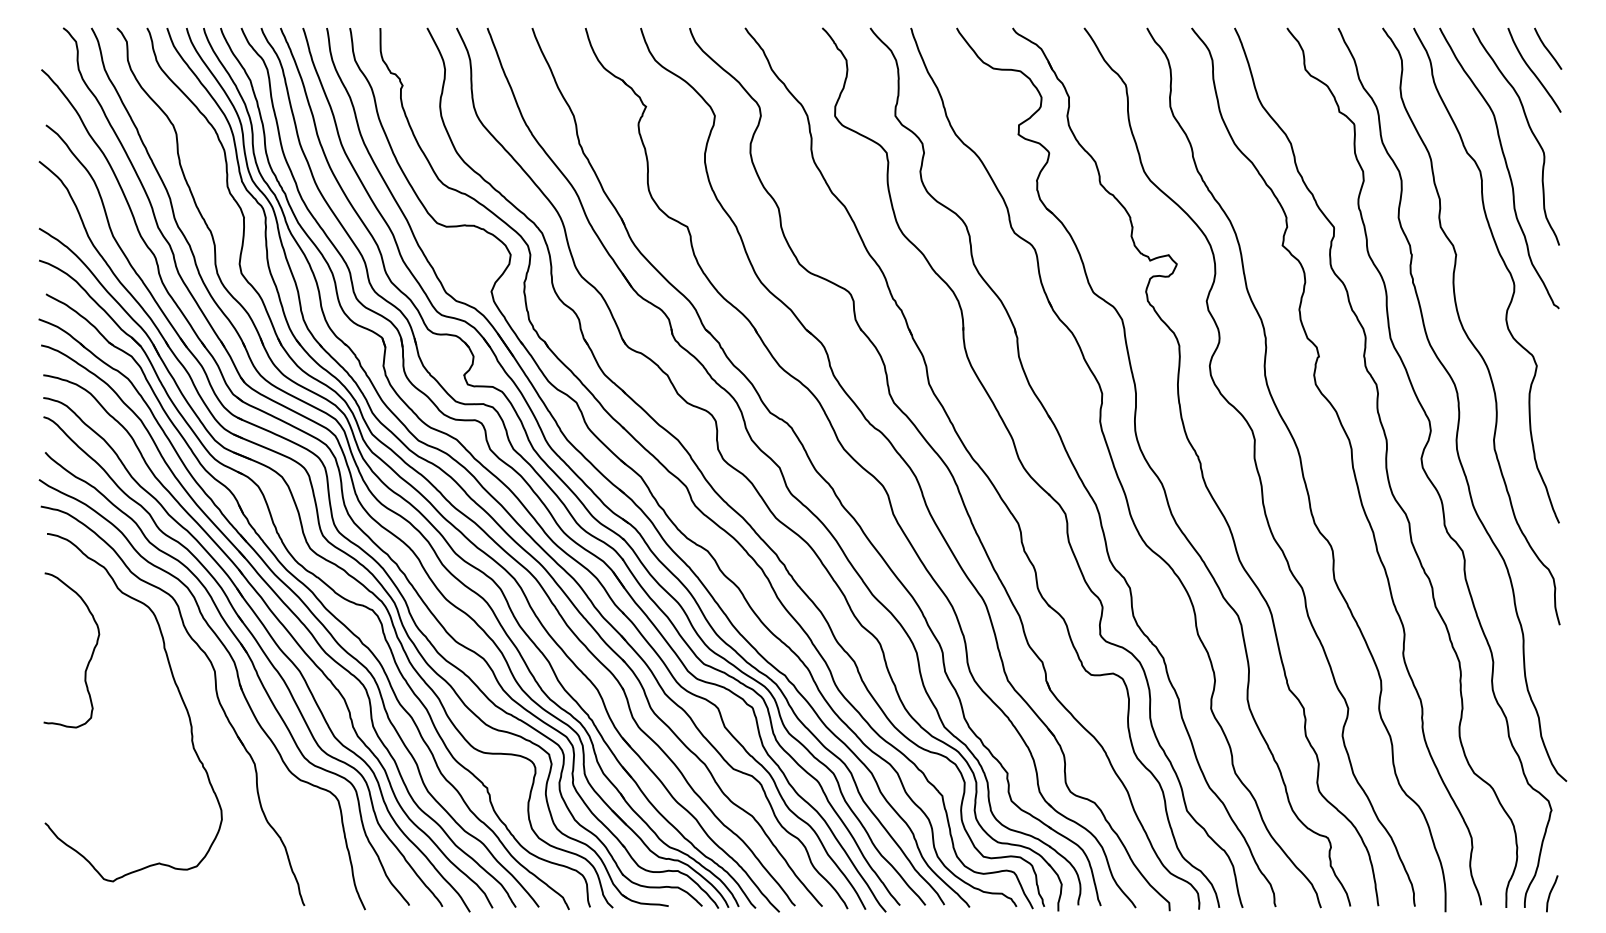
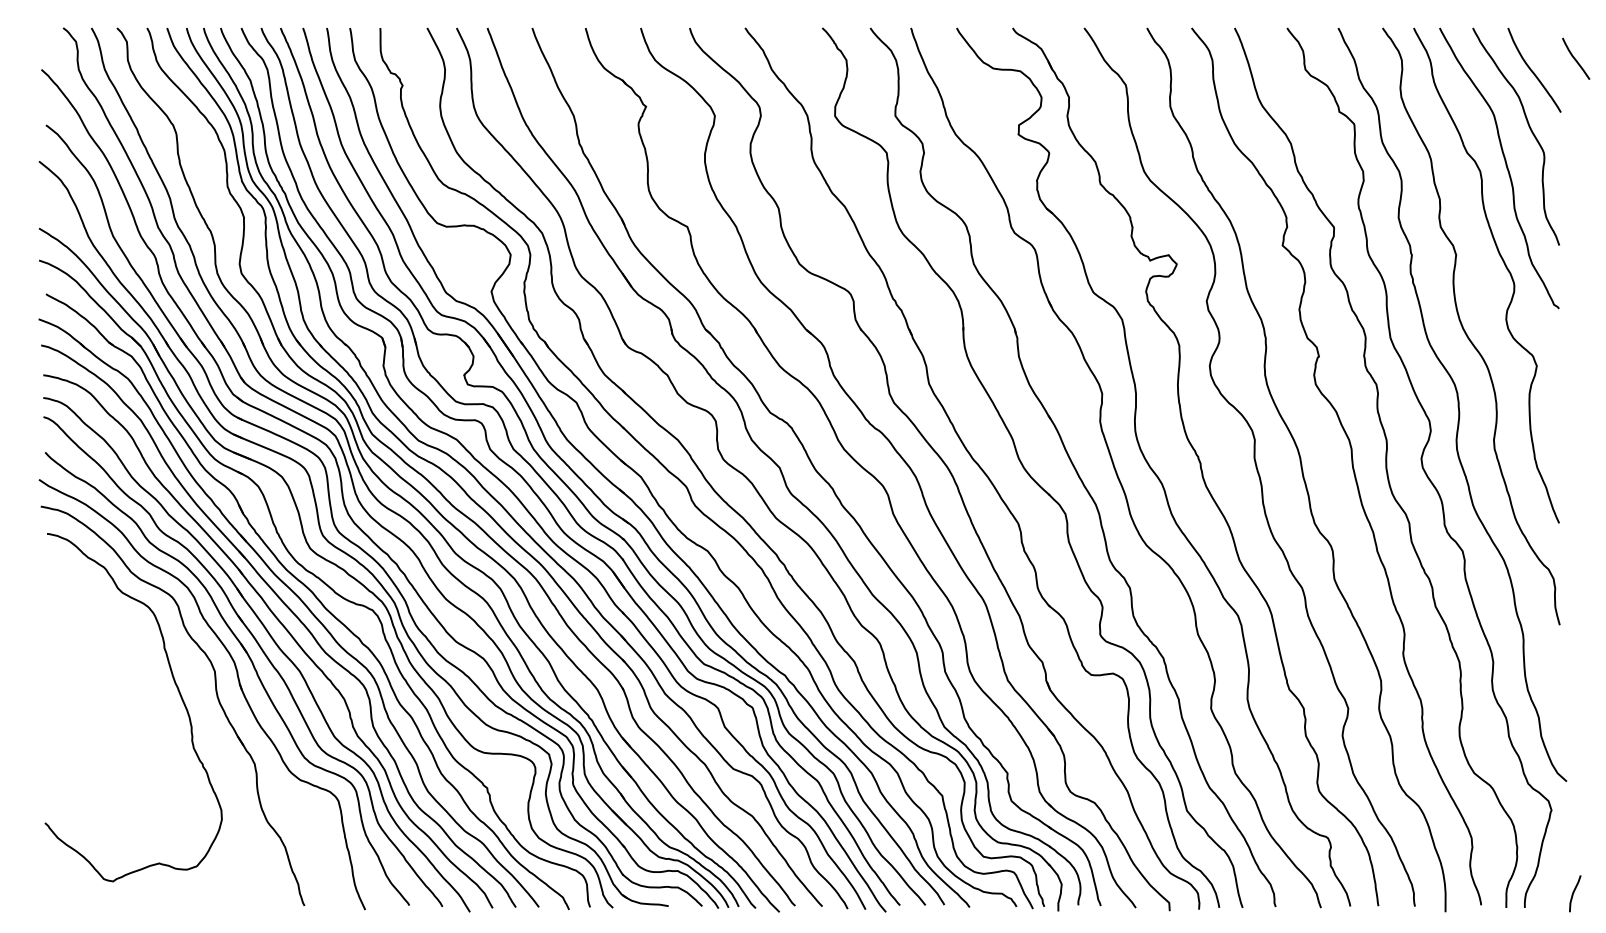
curve at (1547, 48) position: (1547, 48) -> (1575, 58)
curve at (90, 656): present -> none
curve at (1551, 893) position: (1551, 893) -> (1574, 893)
